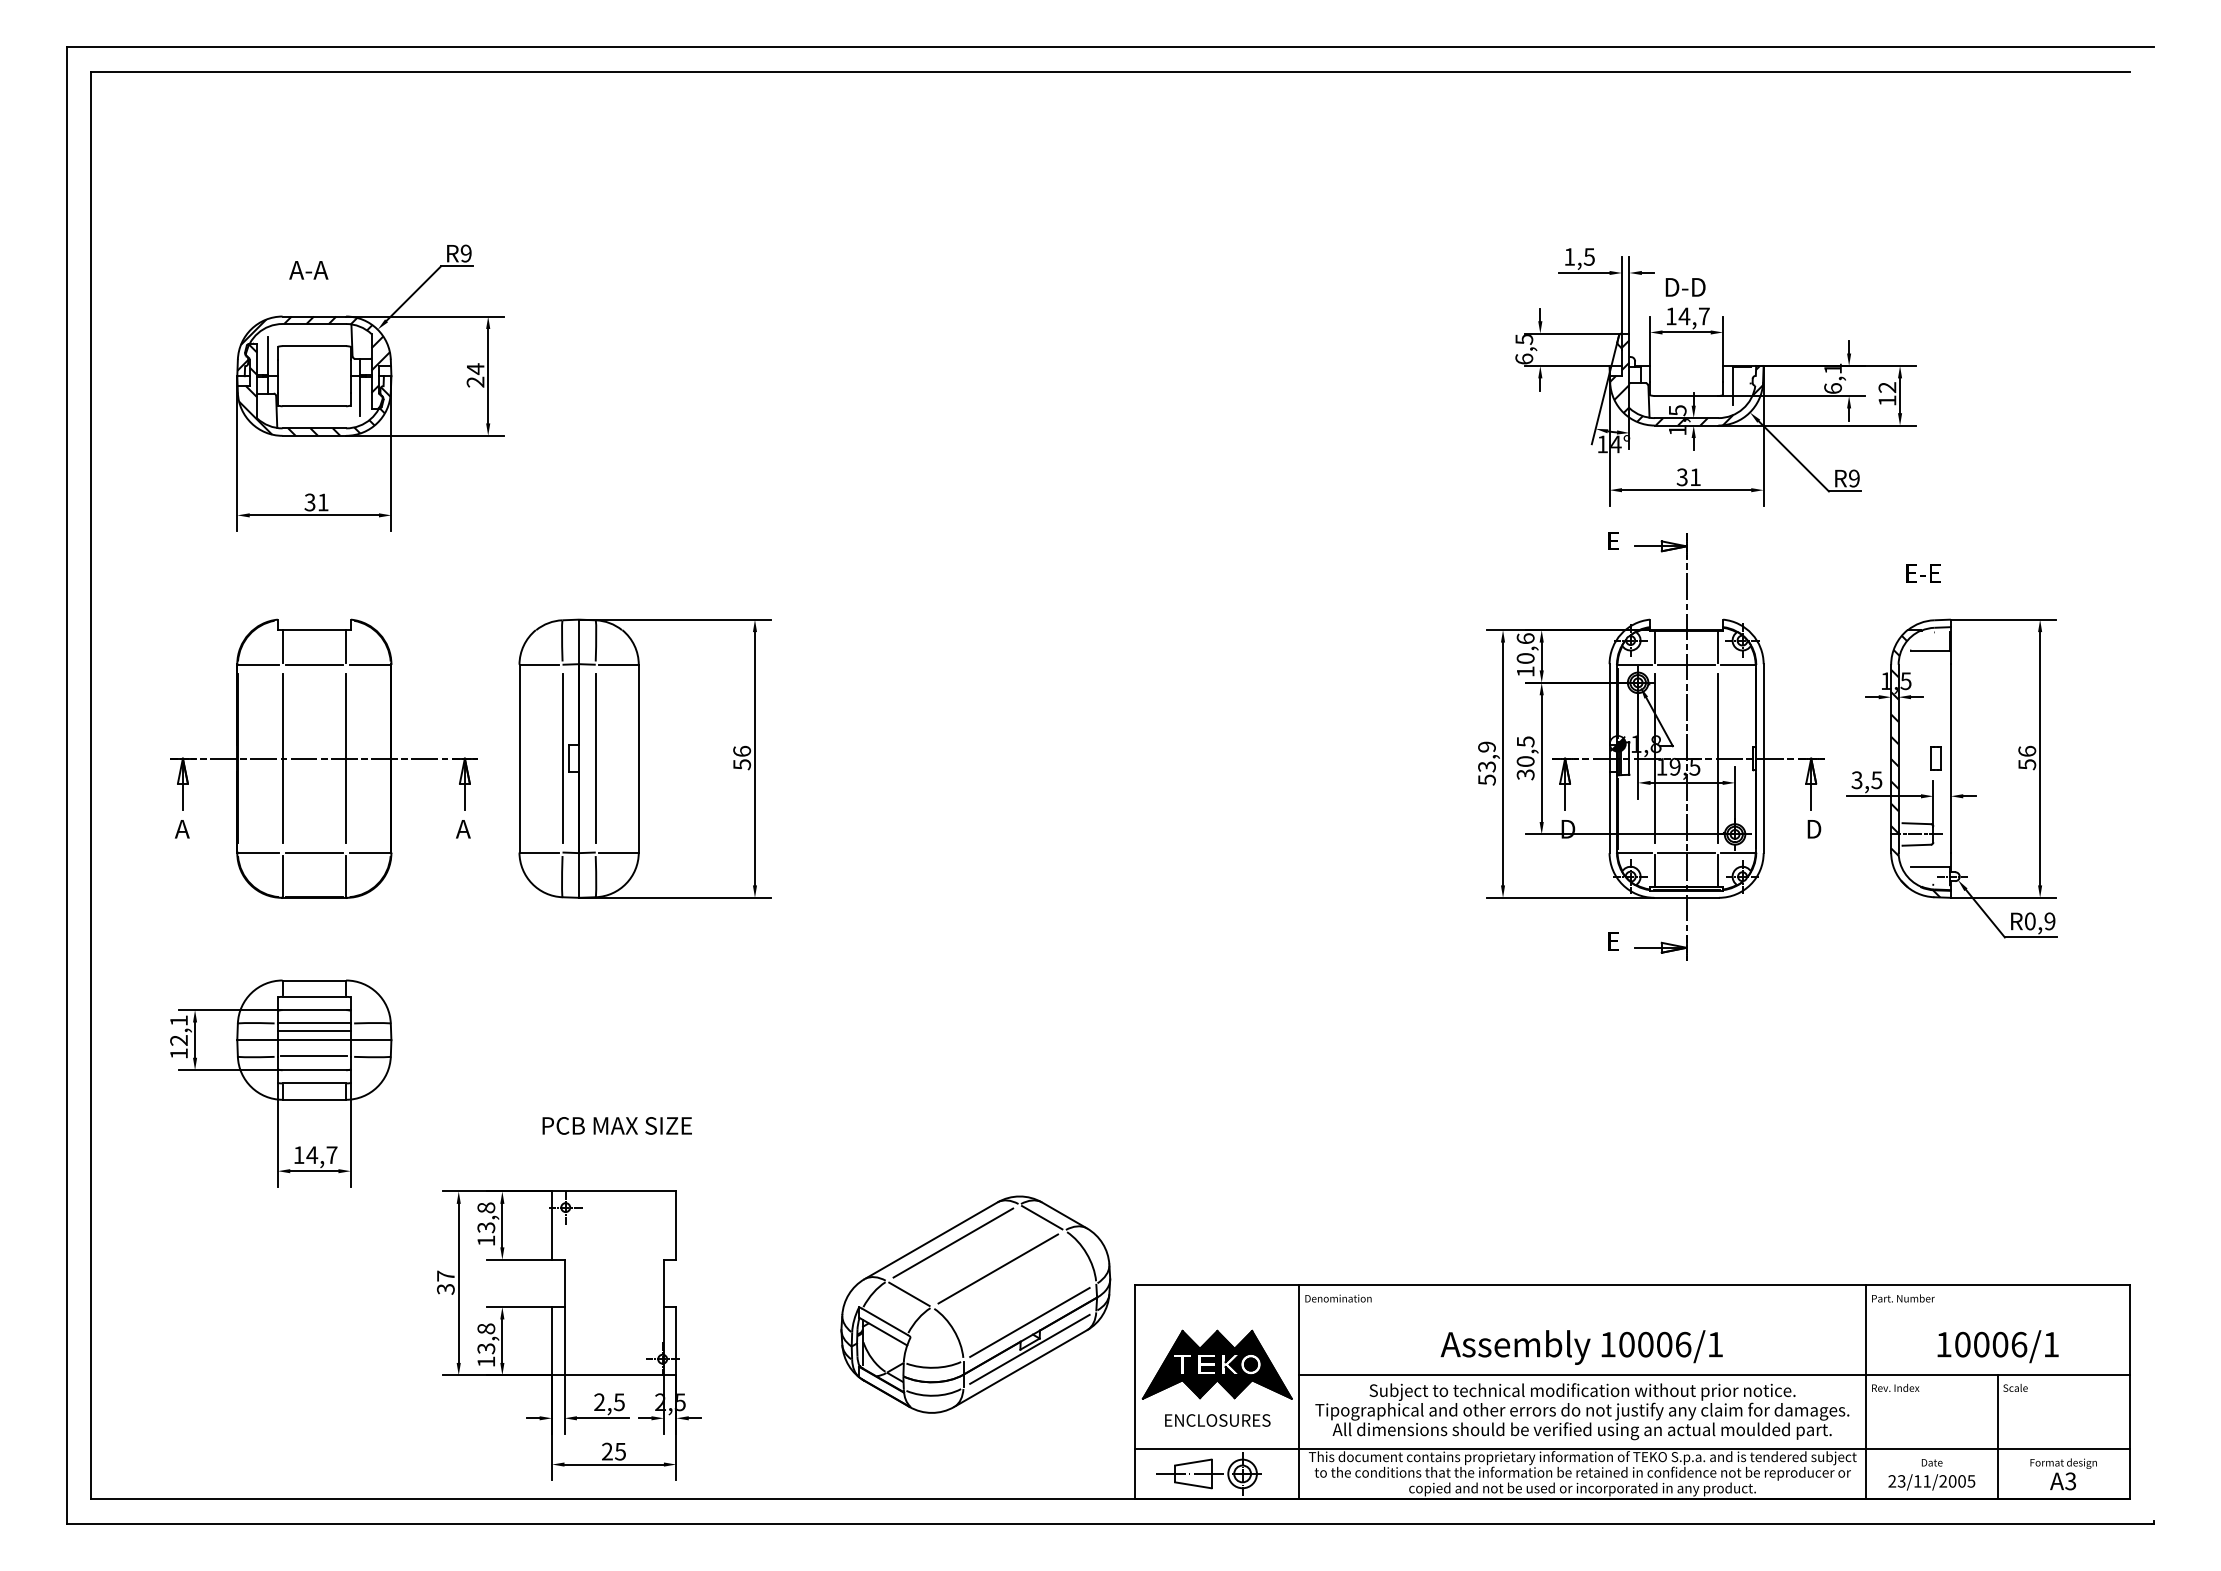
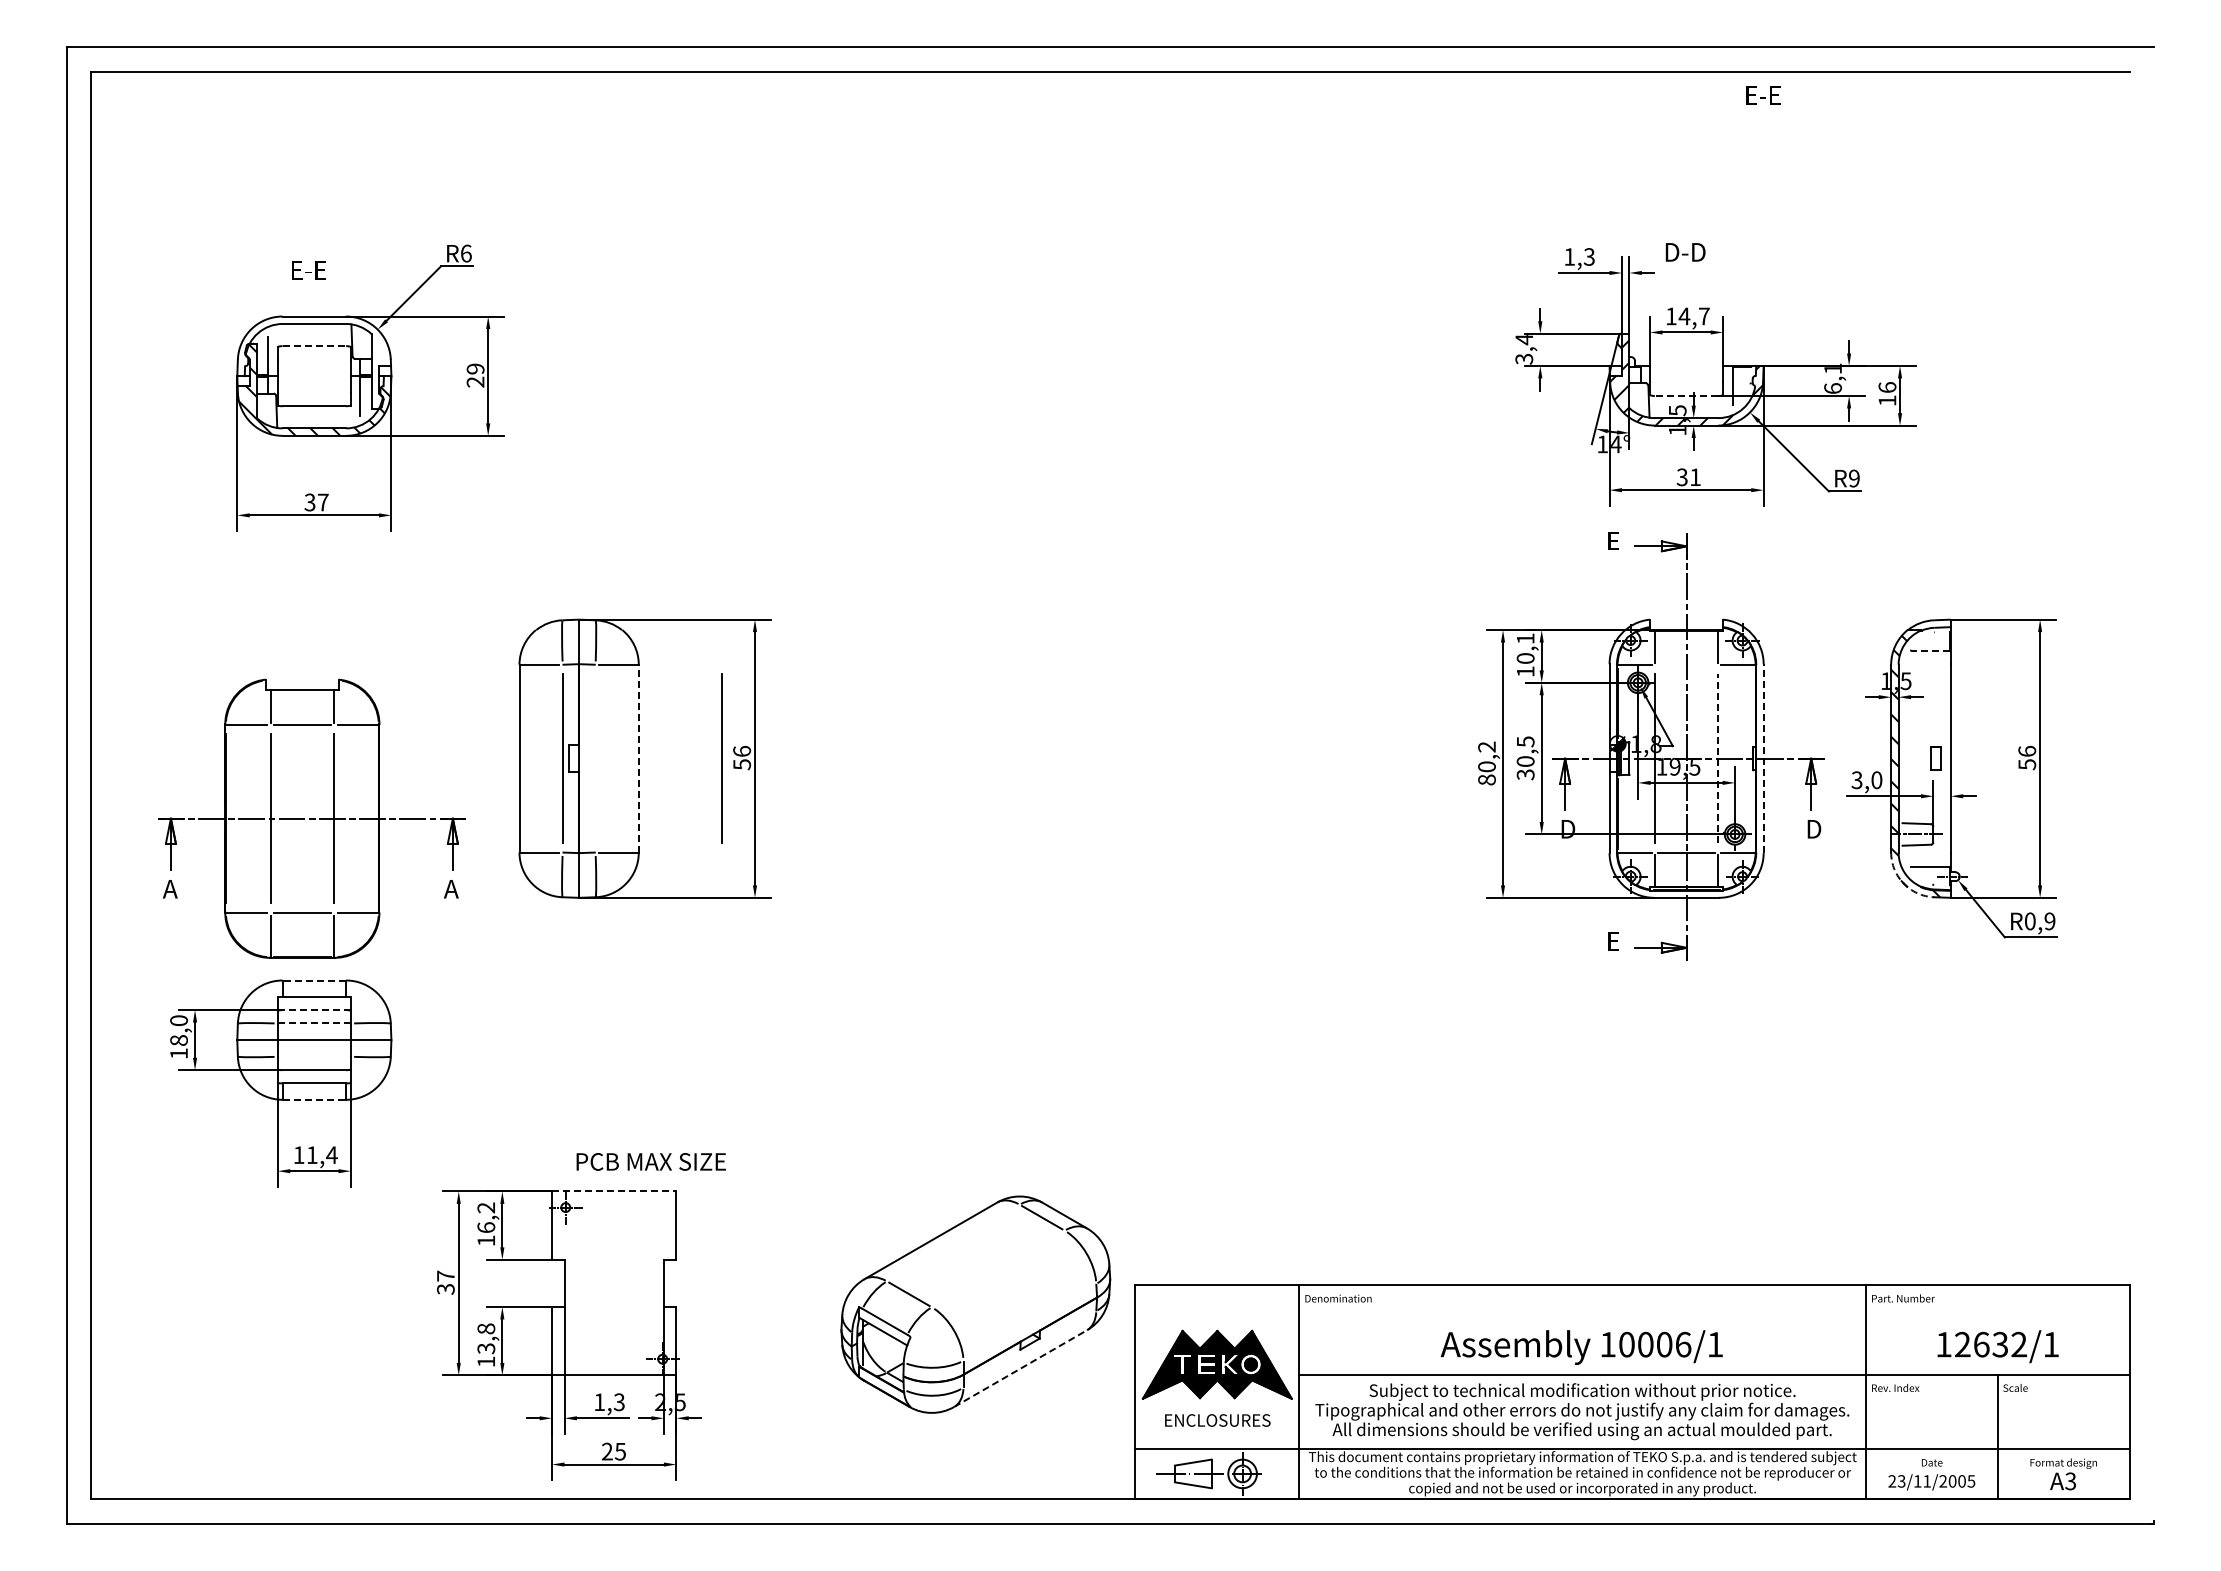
text at (465, 253): R9 -> R6
text at (1589, 256): 1,5 -> 1,3
text at (308, 270): A-A -> E-E
text at (1685, 287) position: (1685, 287) -> (1685, 252)
line at (314, 346): solid -> dashed
text at (1524, 349): 6,5 -> 3,4
hatch at (313, 362): present -> none
text at (475, 369): 24 -> 29
text at (1887, 387): 12 -> 16
line at (1686, 396): solid -> dashed
text at (323, 502): 31 -> 37
text at (1923, 573) position: (1923, 573) -> (1763, 95)
text at (1525, 638): 10,6 -> 10,1
line at (1930, 650): solid -> dashed
line at (1686, 664): present -> none
part at (323, 758) position: (323, 758) -> (311, 818)
line at (595, 758) position: (595, 758) -> (721, 758)
line at (638, 758): solid -> dashed
line at (1718, 758): solid -> dashed
line at (1763, 758): solid -> dashed
text at (1486, 763): 53,9 -> 80,2
text at (1876, 780): 3,5 -> 3,0
arc at (1903, 883): solid -> dashed
line at (314, 980): solid -> dashed
line at (314, 1010): solid -> dashed
line at (314, 1022): solid -> dashed
text at (178, 1030): 12,1 -> 18,0
line at (313, 1031): present -> none
line at (314, 1056): present -> none
line at (314, 1099): solid -> dashed
text at (616, 1125) position: (616, 1125) -> (650, 1161)
text at (321, 1154): 14,7 -> 11,4
line at (614, 1191): solid -> dashed
text at (486, 1217): 13,8 -> 16,2
line at (953, 1242): present -> none
line at (998, 1268): present -> none
line at (1029, 1321): present -> none
text at (1991, 1344): 10006/1 -> 12632/1
line at (1029, 1348): present -> none
line at (1020, 1368): solid -> dashed
text at (609, 1401): 2,5 -> 1,3
